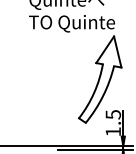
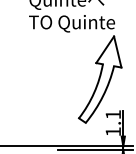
text at (113, 114): 1.5 -> 1.1
